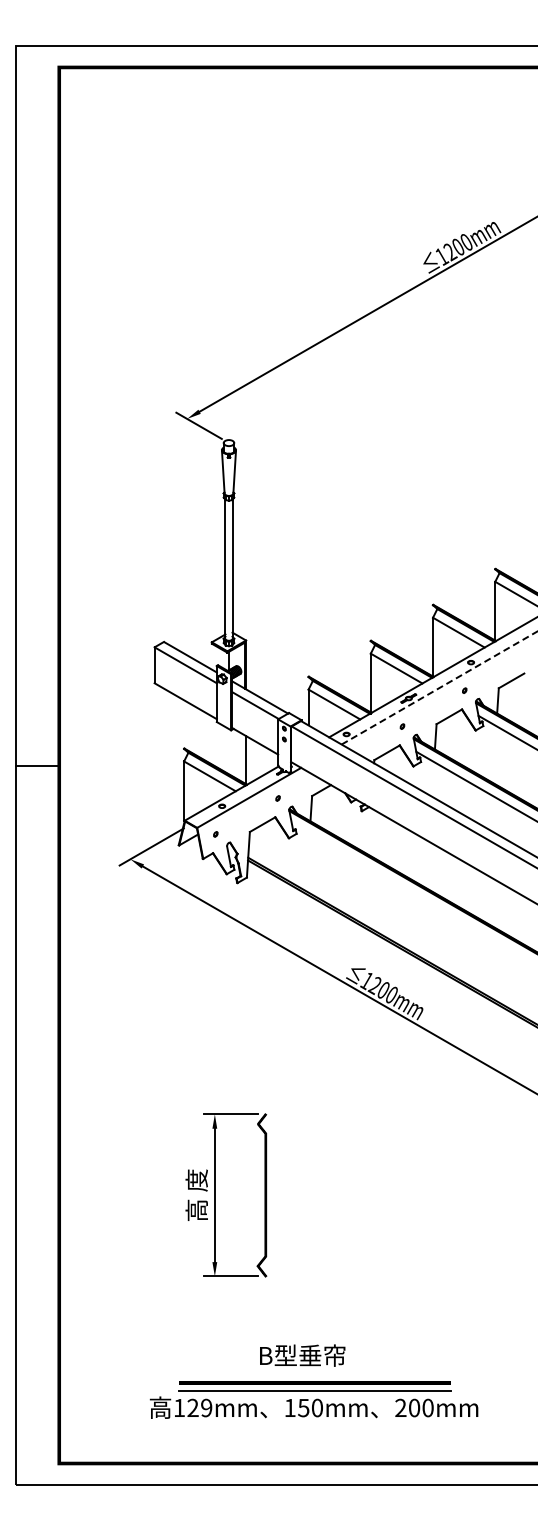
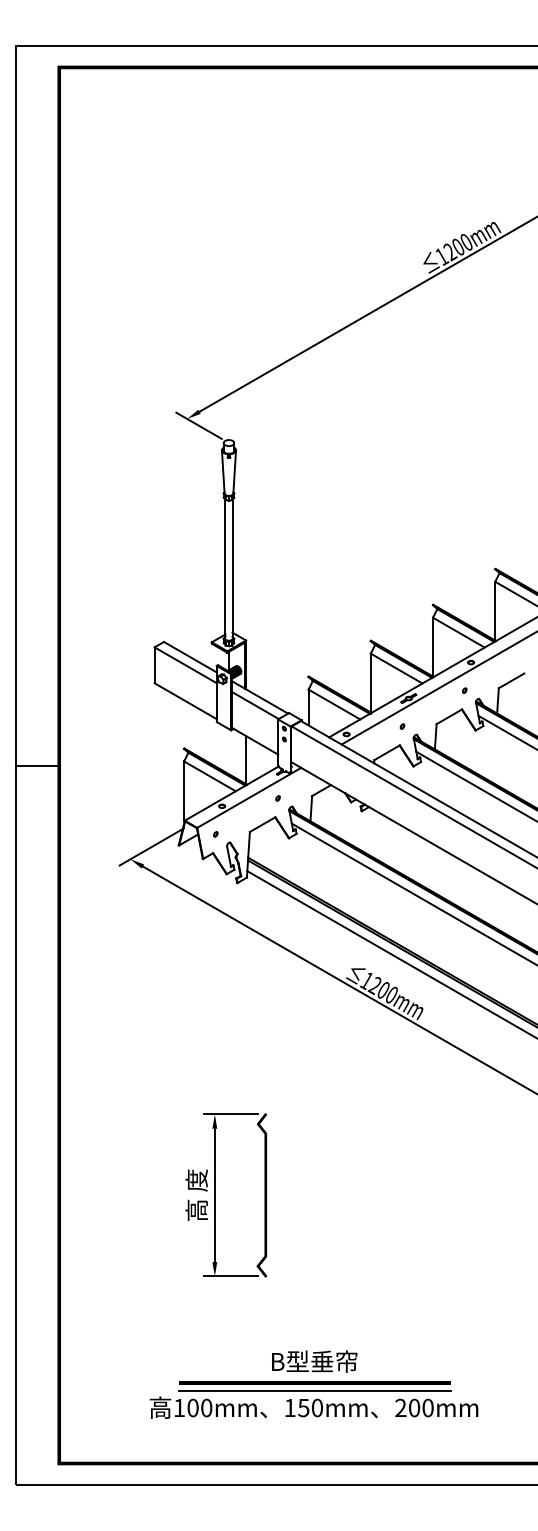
line at (439, 688): dashed -> solid
line at (412, 893): none -> present
line at (390, 954): none -> present
text at (302, 1355) position: (302, 1355) -> (314, 1361)
text at (199, 1407): 129mm -> 100mm
